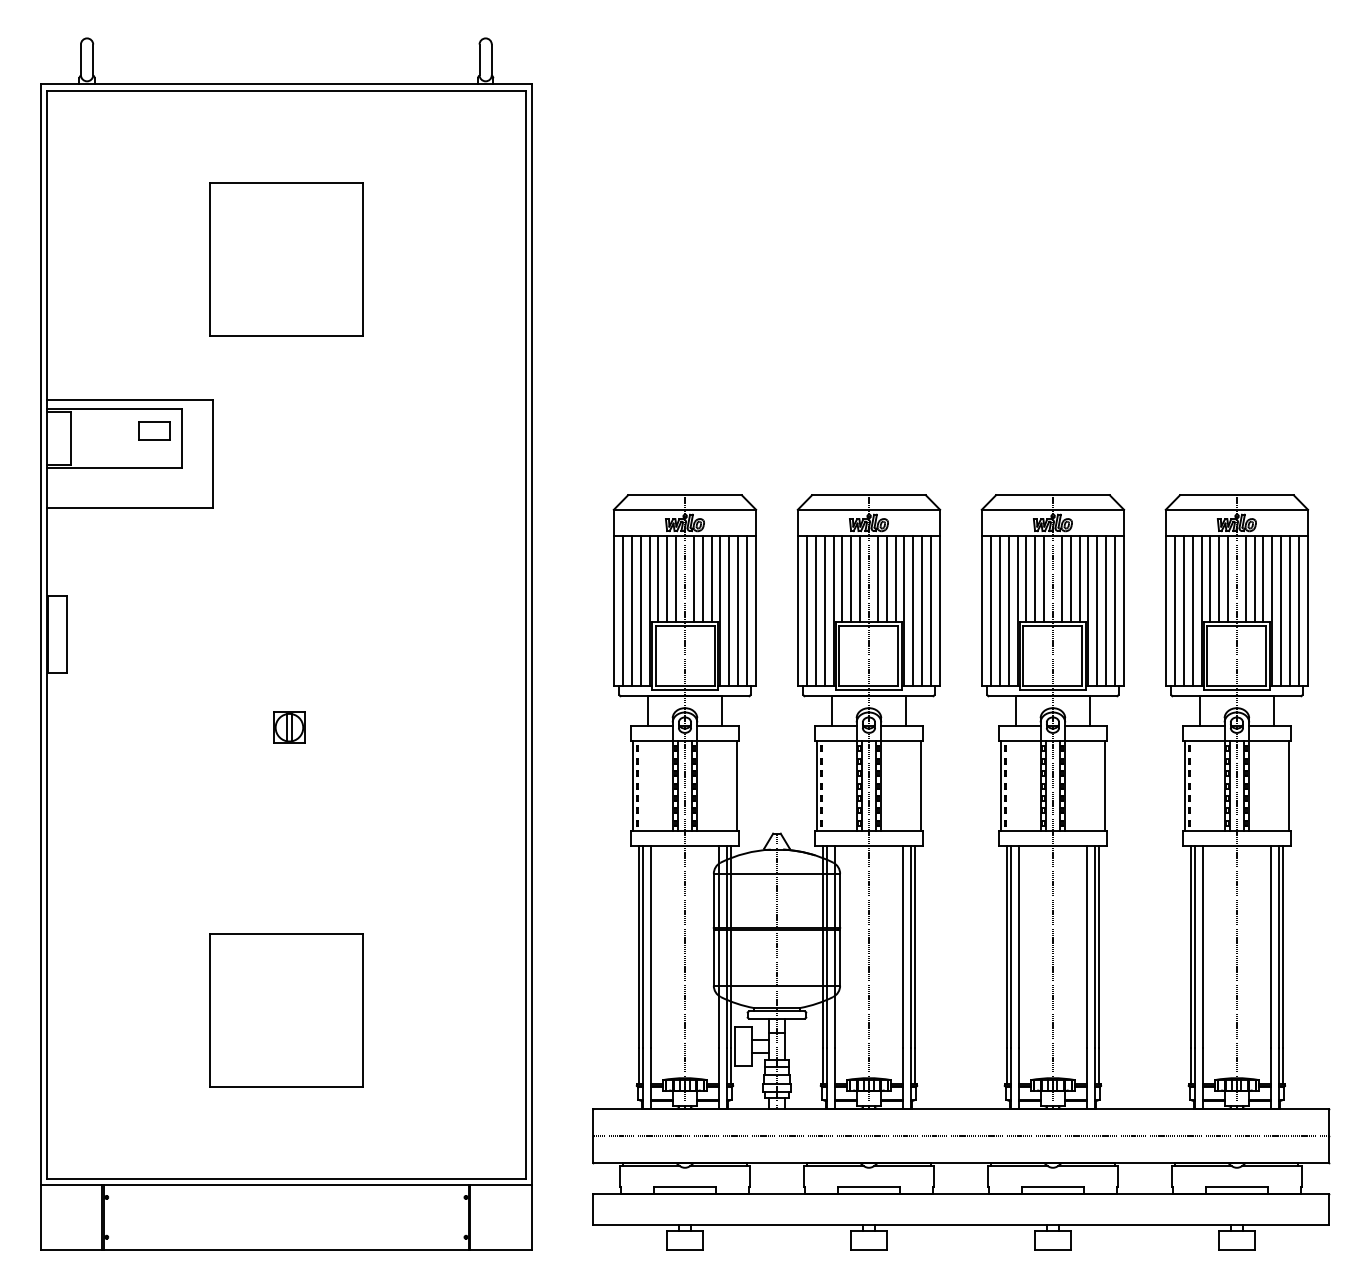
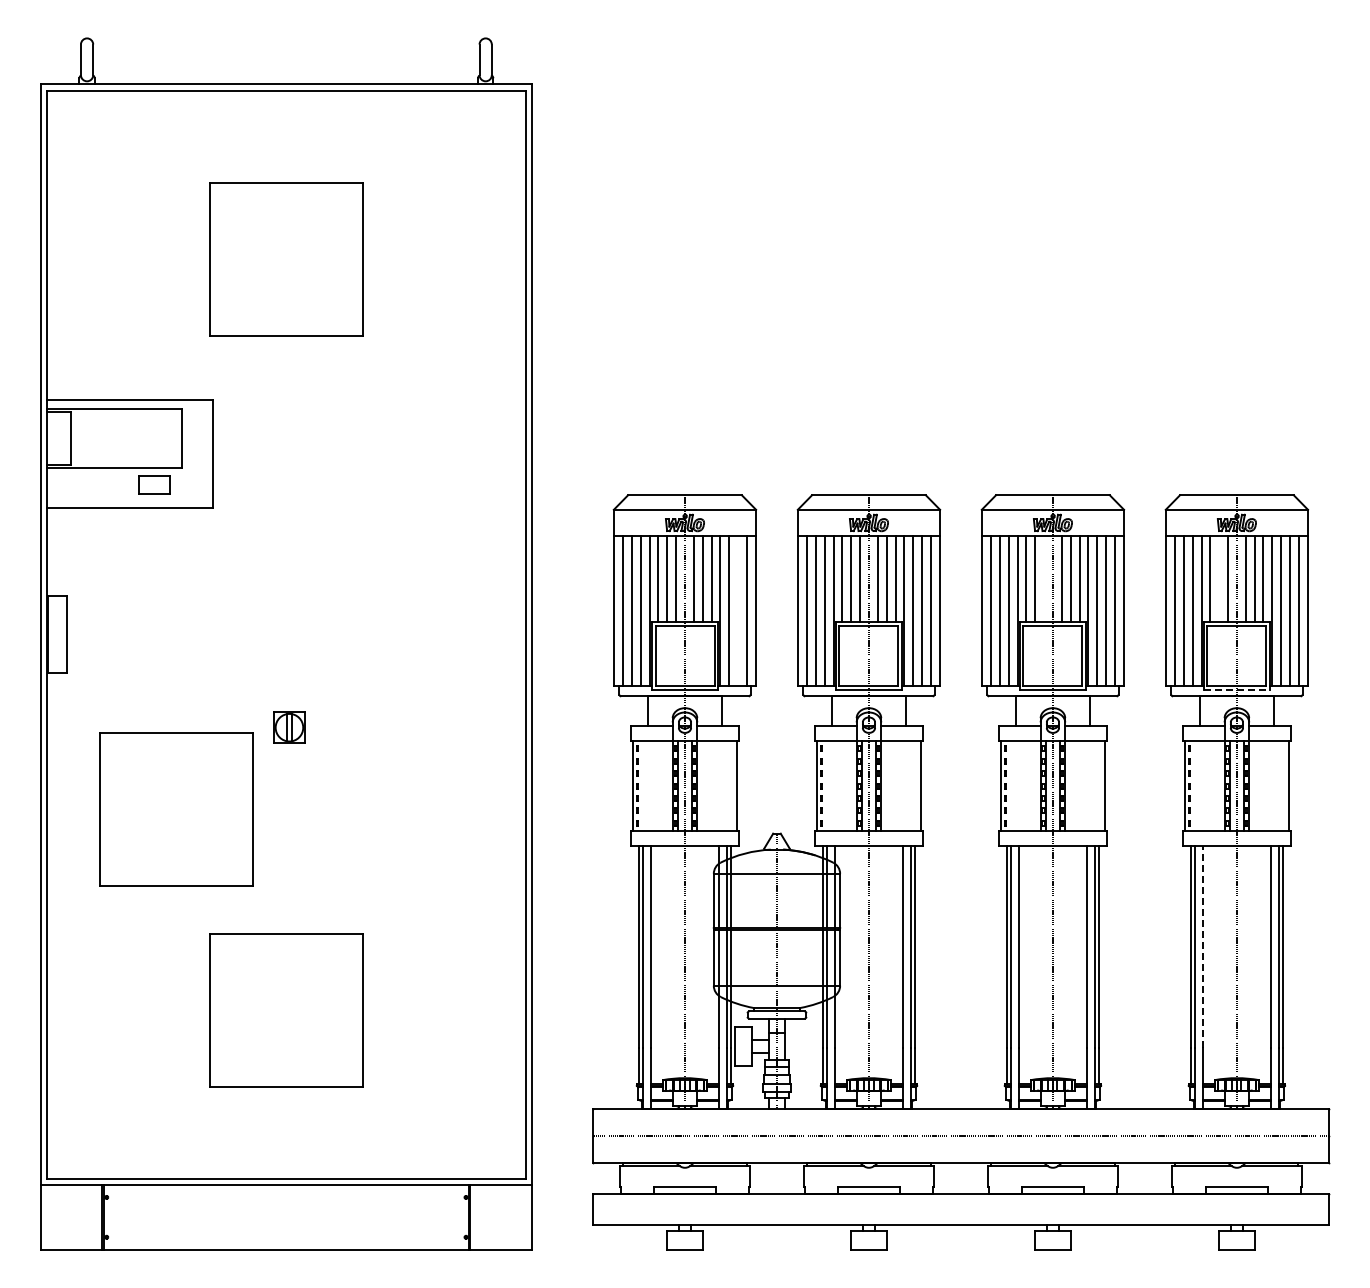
part at (154, 430) position: (154, 430) -> (154, 484)
line at (1044, 578): present -> none
line at (1219, 578): present -> none
line at (738, 610): present -> none
line at (1237, 690): solid -> dashed
part at (176, 809): none -> present
line at (1202, 946): solid -> dashed
